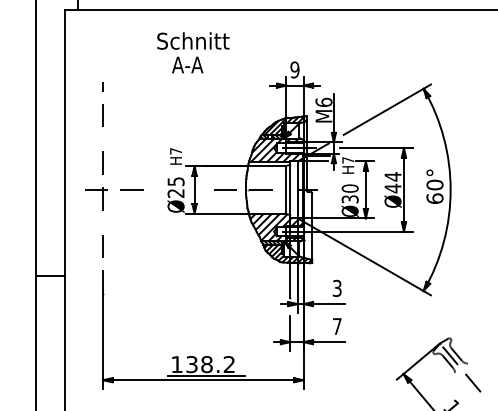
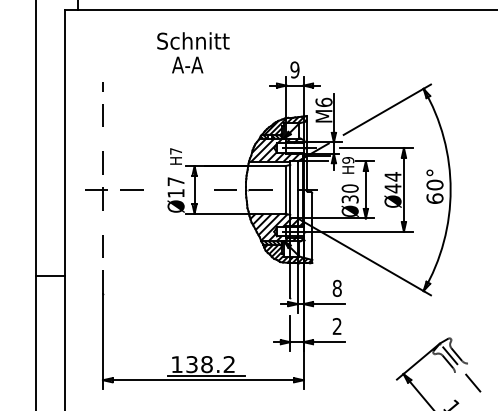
text at (348, 160): H7 -> H9
text at (175, 187): Ø25 -> Ø17
text at (336, 288): 3 -> 8
text at (336, 326): 7 -> 2
